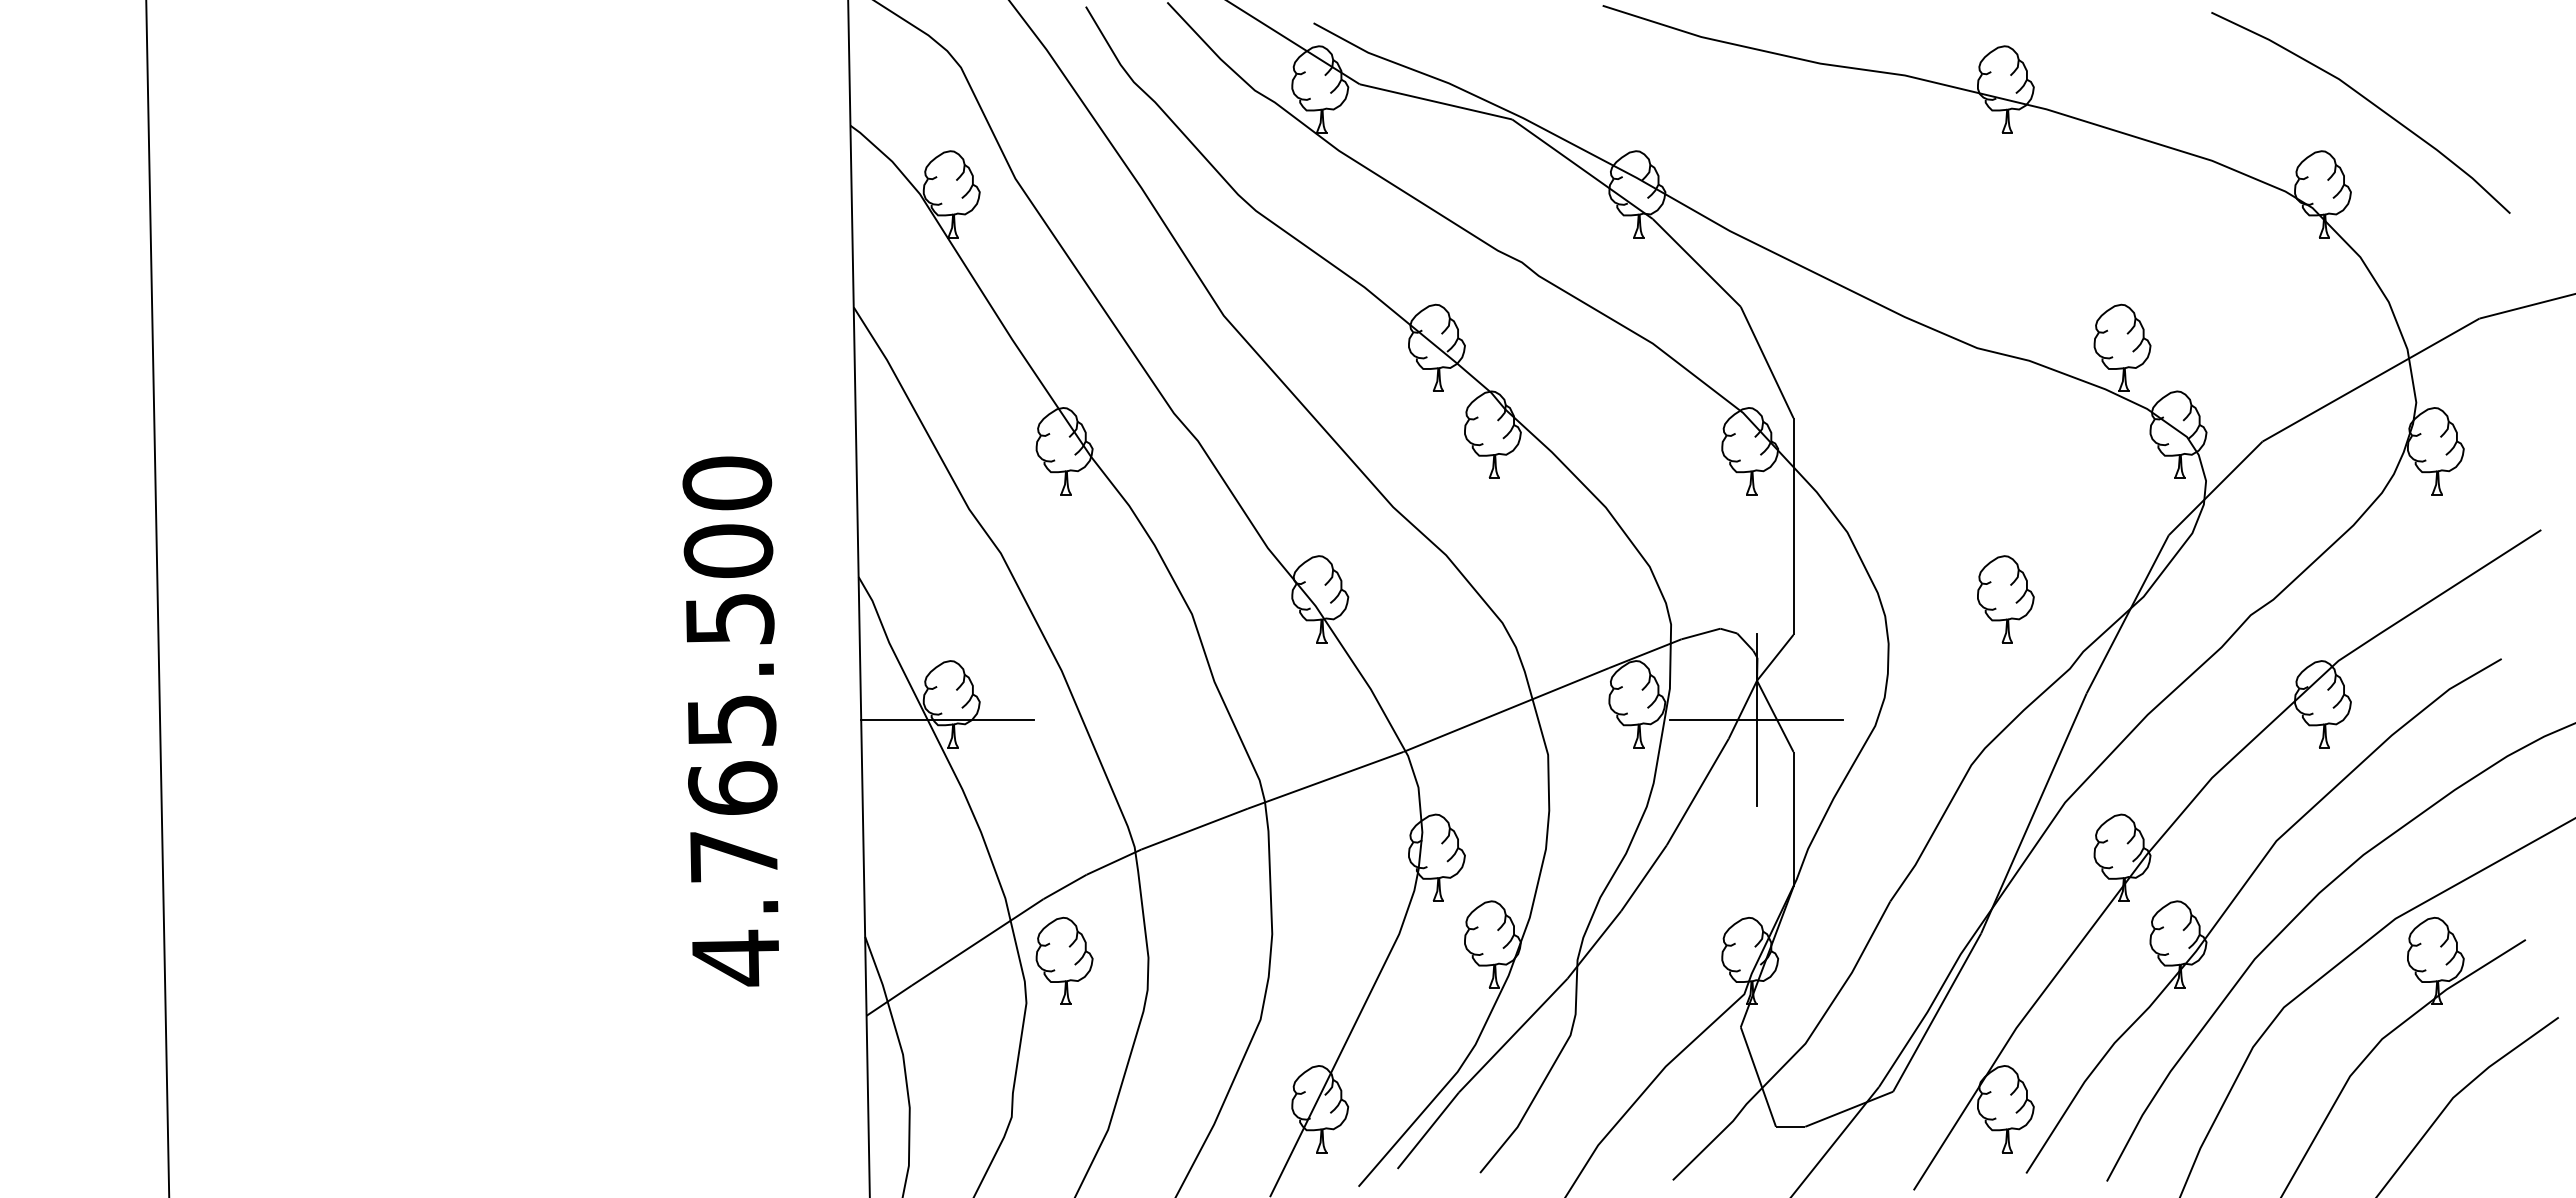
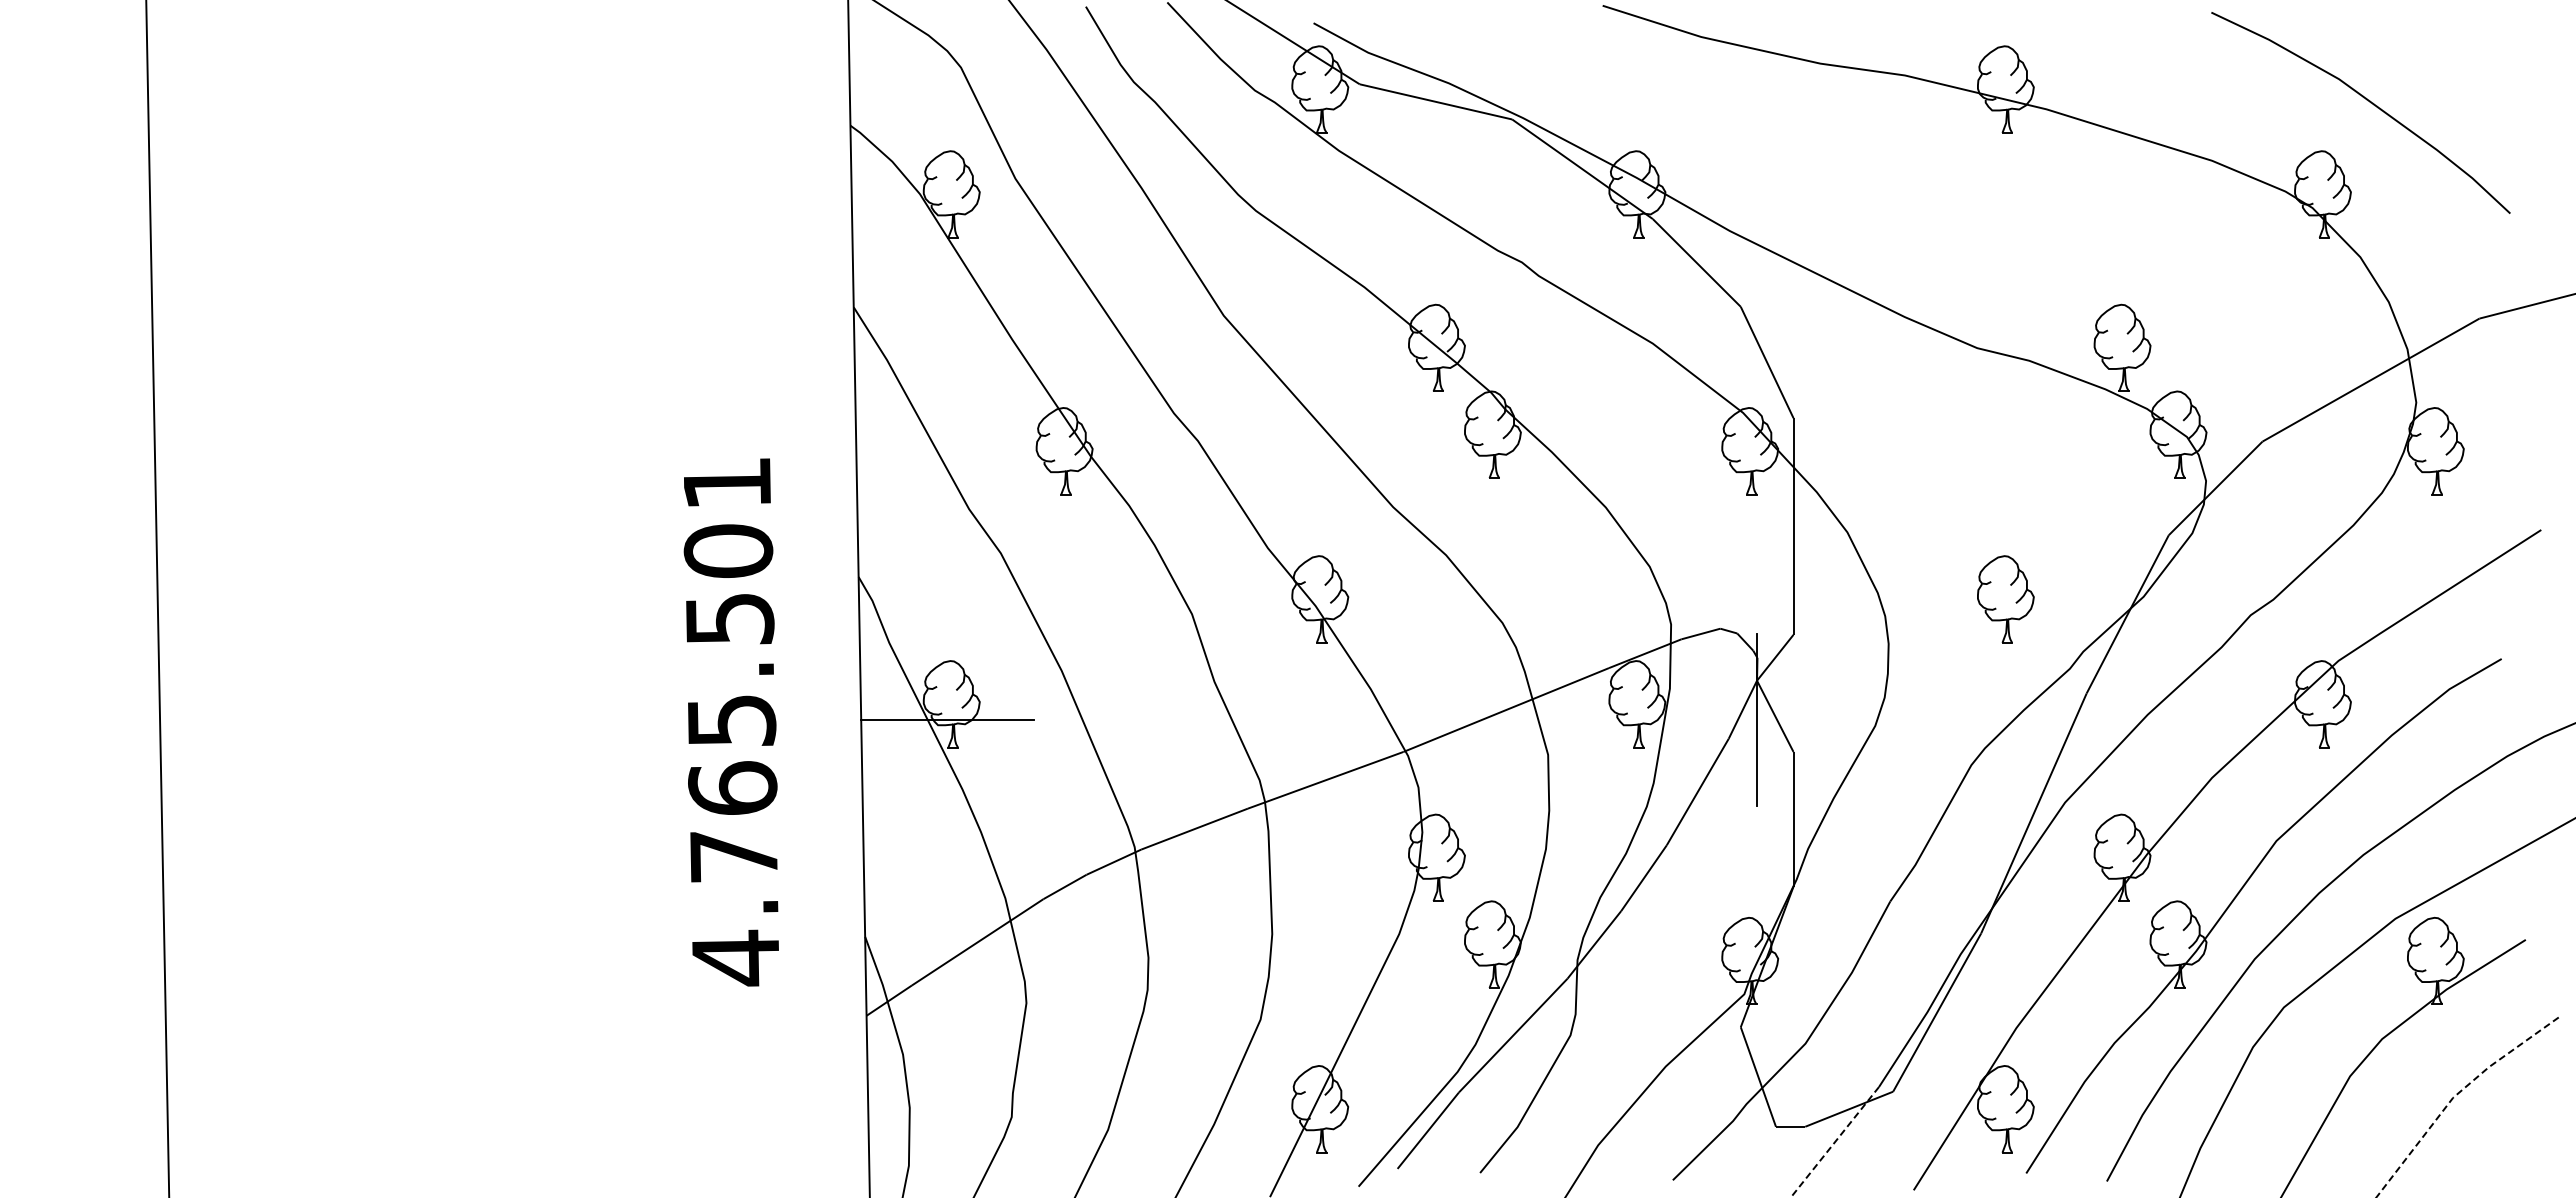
text at (727, 483): 4.765.500 -> 4.765.501
line at (1756, 719): present -> none
part at (1064, 960): present -> none
line at (2456, 1095): solid -> dashed
line at (1835, 1142): solid -> dashed
